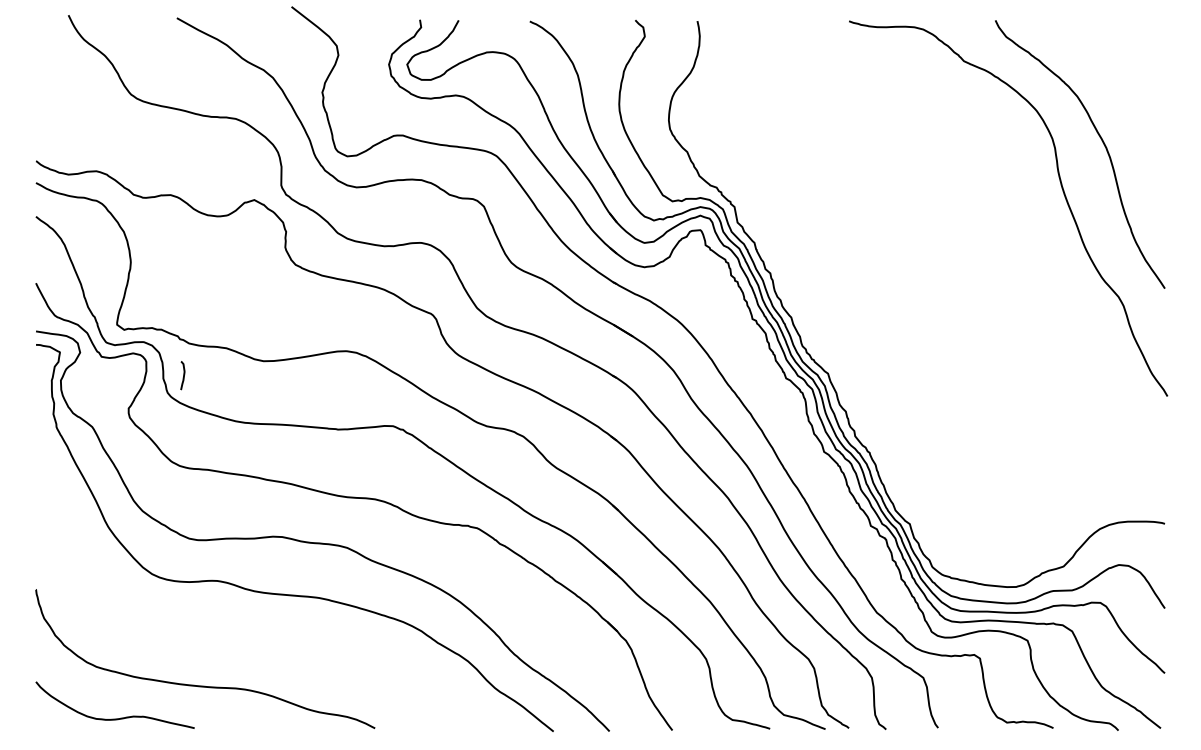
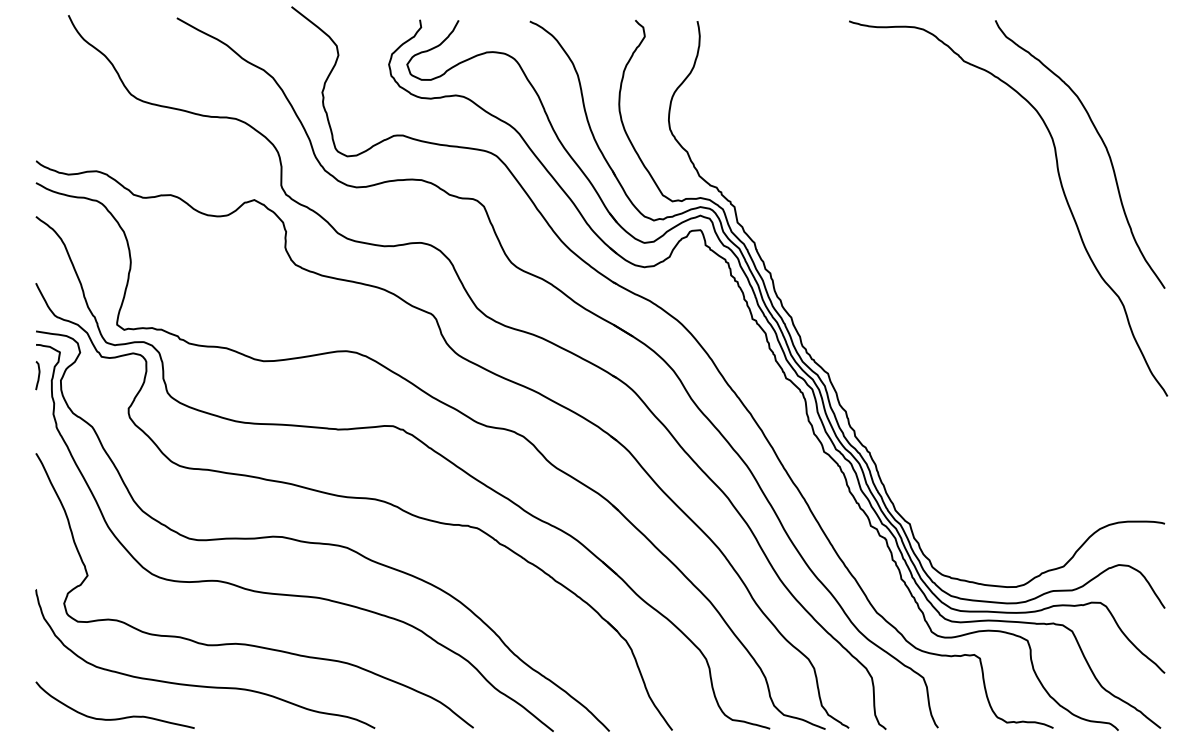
curve at (183, 375) position: (183, 375) -> (38, 375)
curve at (246, 643): none -> present
